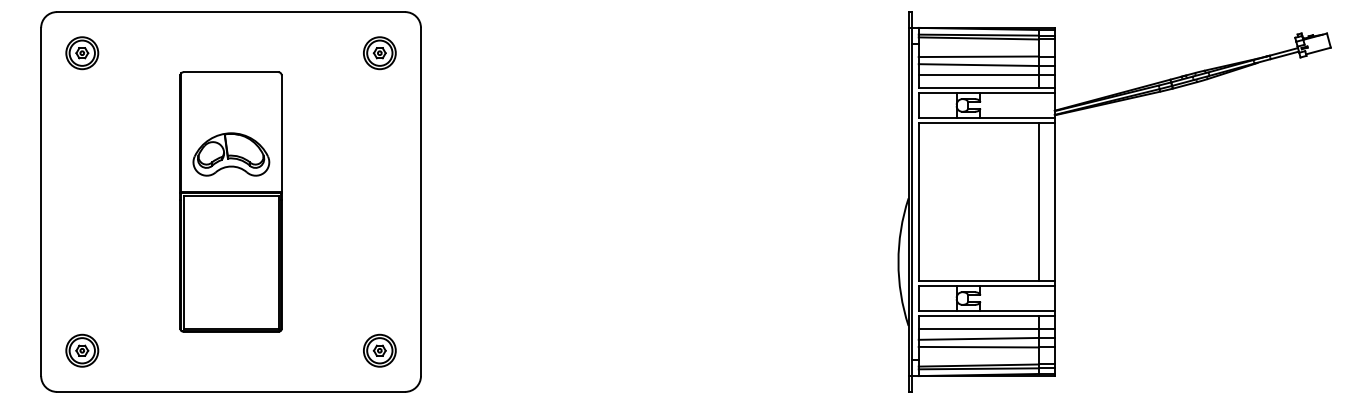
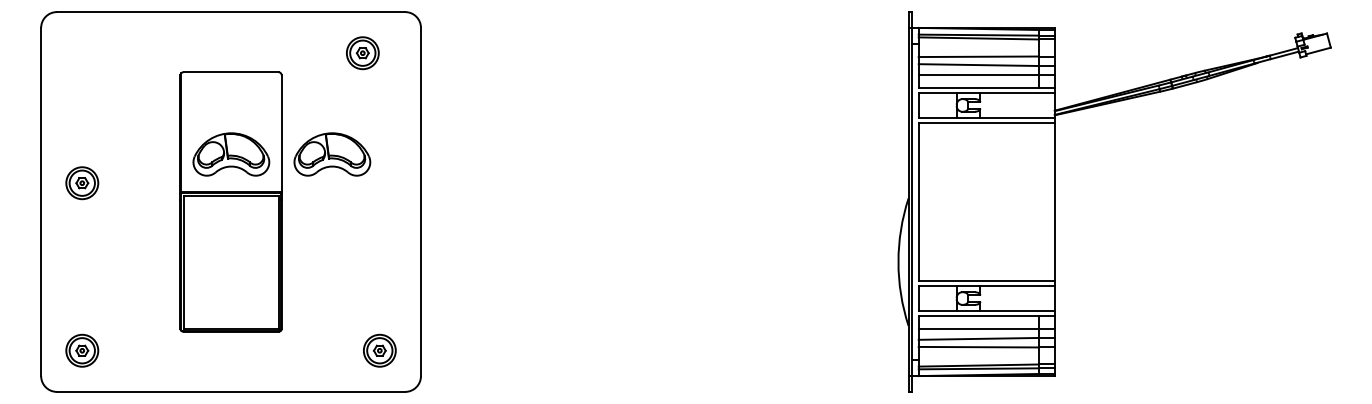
part at (82, 53) position: (82, 53) -> (82, 183)
part at (379, 53) position: (379, 53) -> (362, 53)
part at (332, 154): none -> present
line at (1039, 201): present -> none
